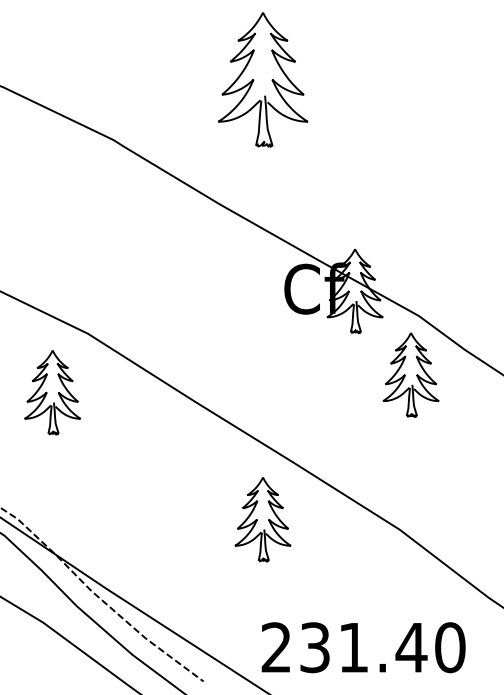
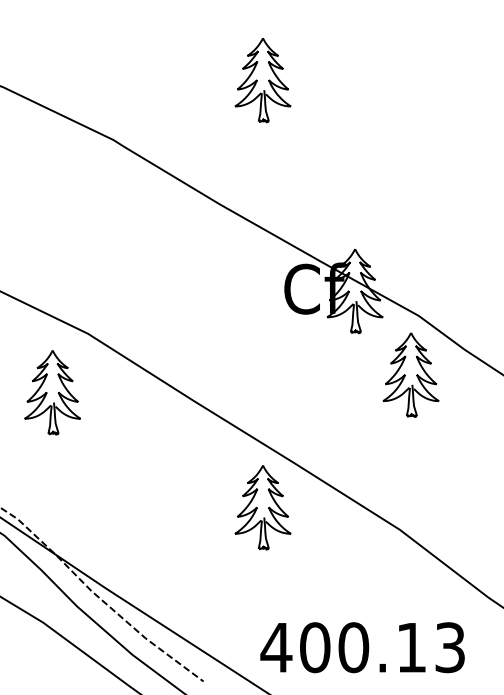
part at (263, 79) size: 91x136 px -> 58x86 px
part at (262, 519) position: (262, 519) -> (262, 507)
text at (362, 647): 231.40 -> 400.13
